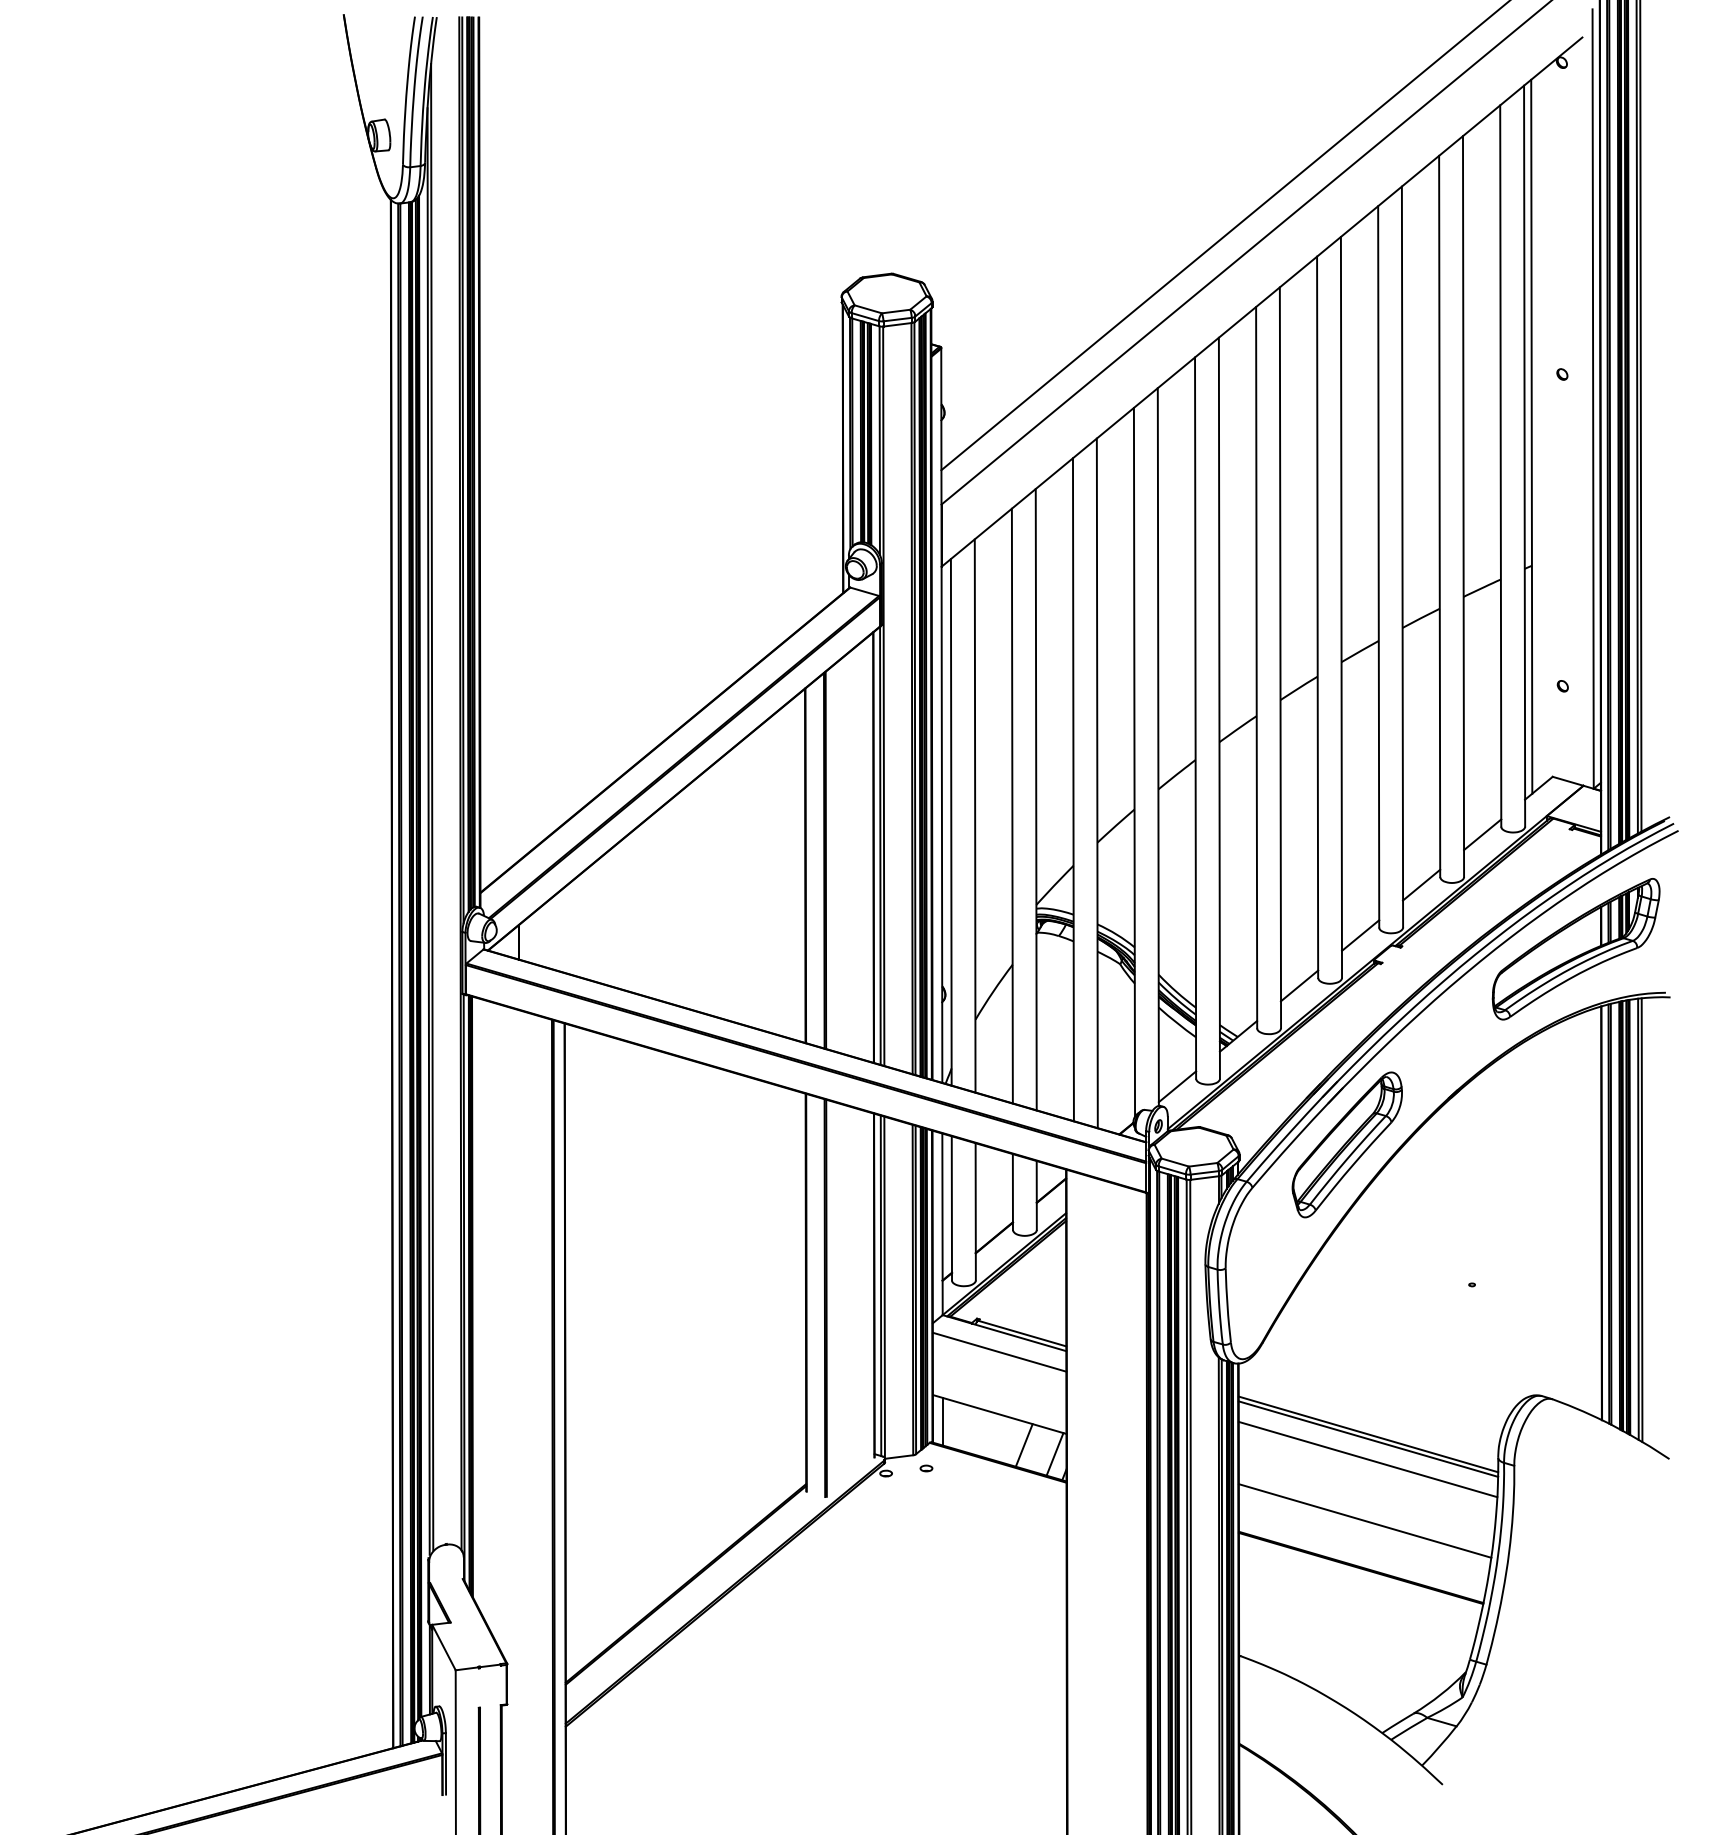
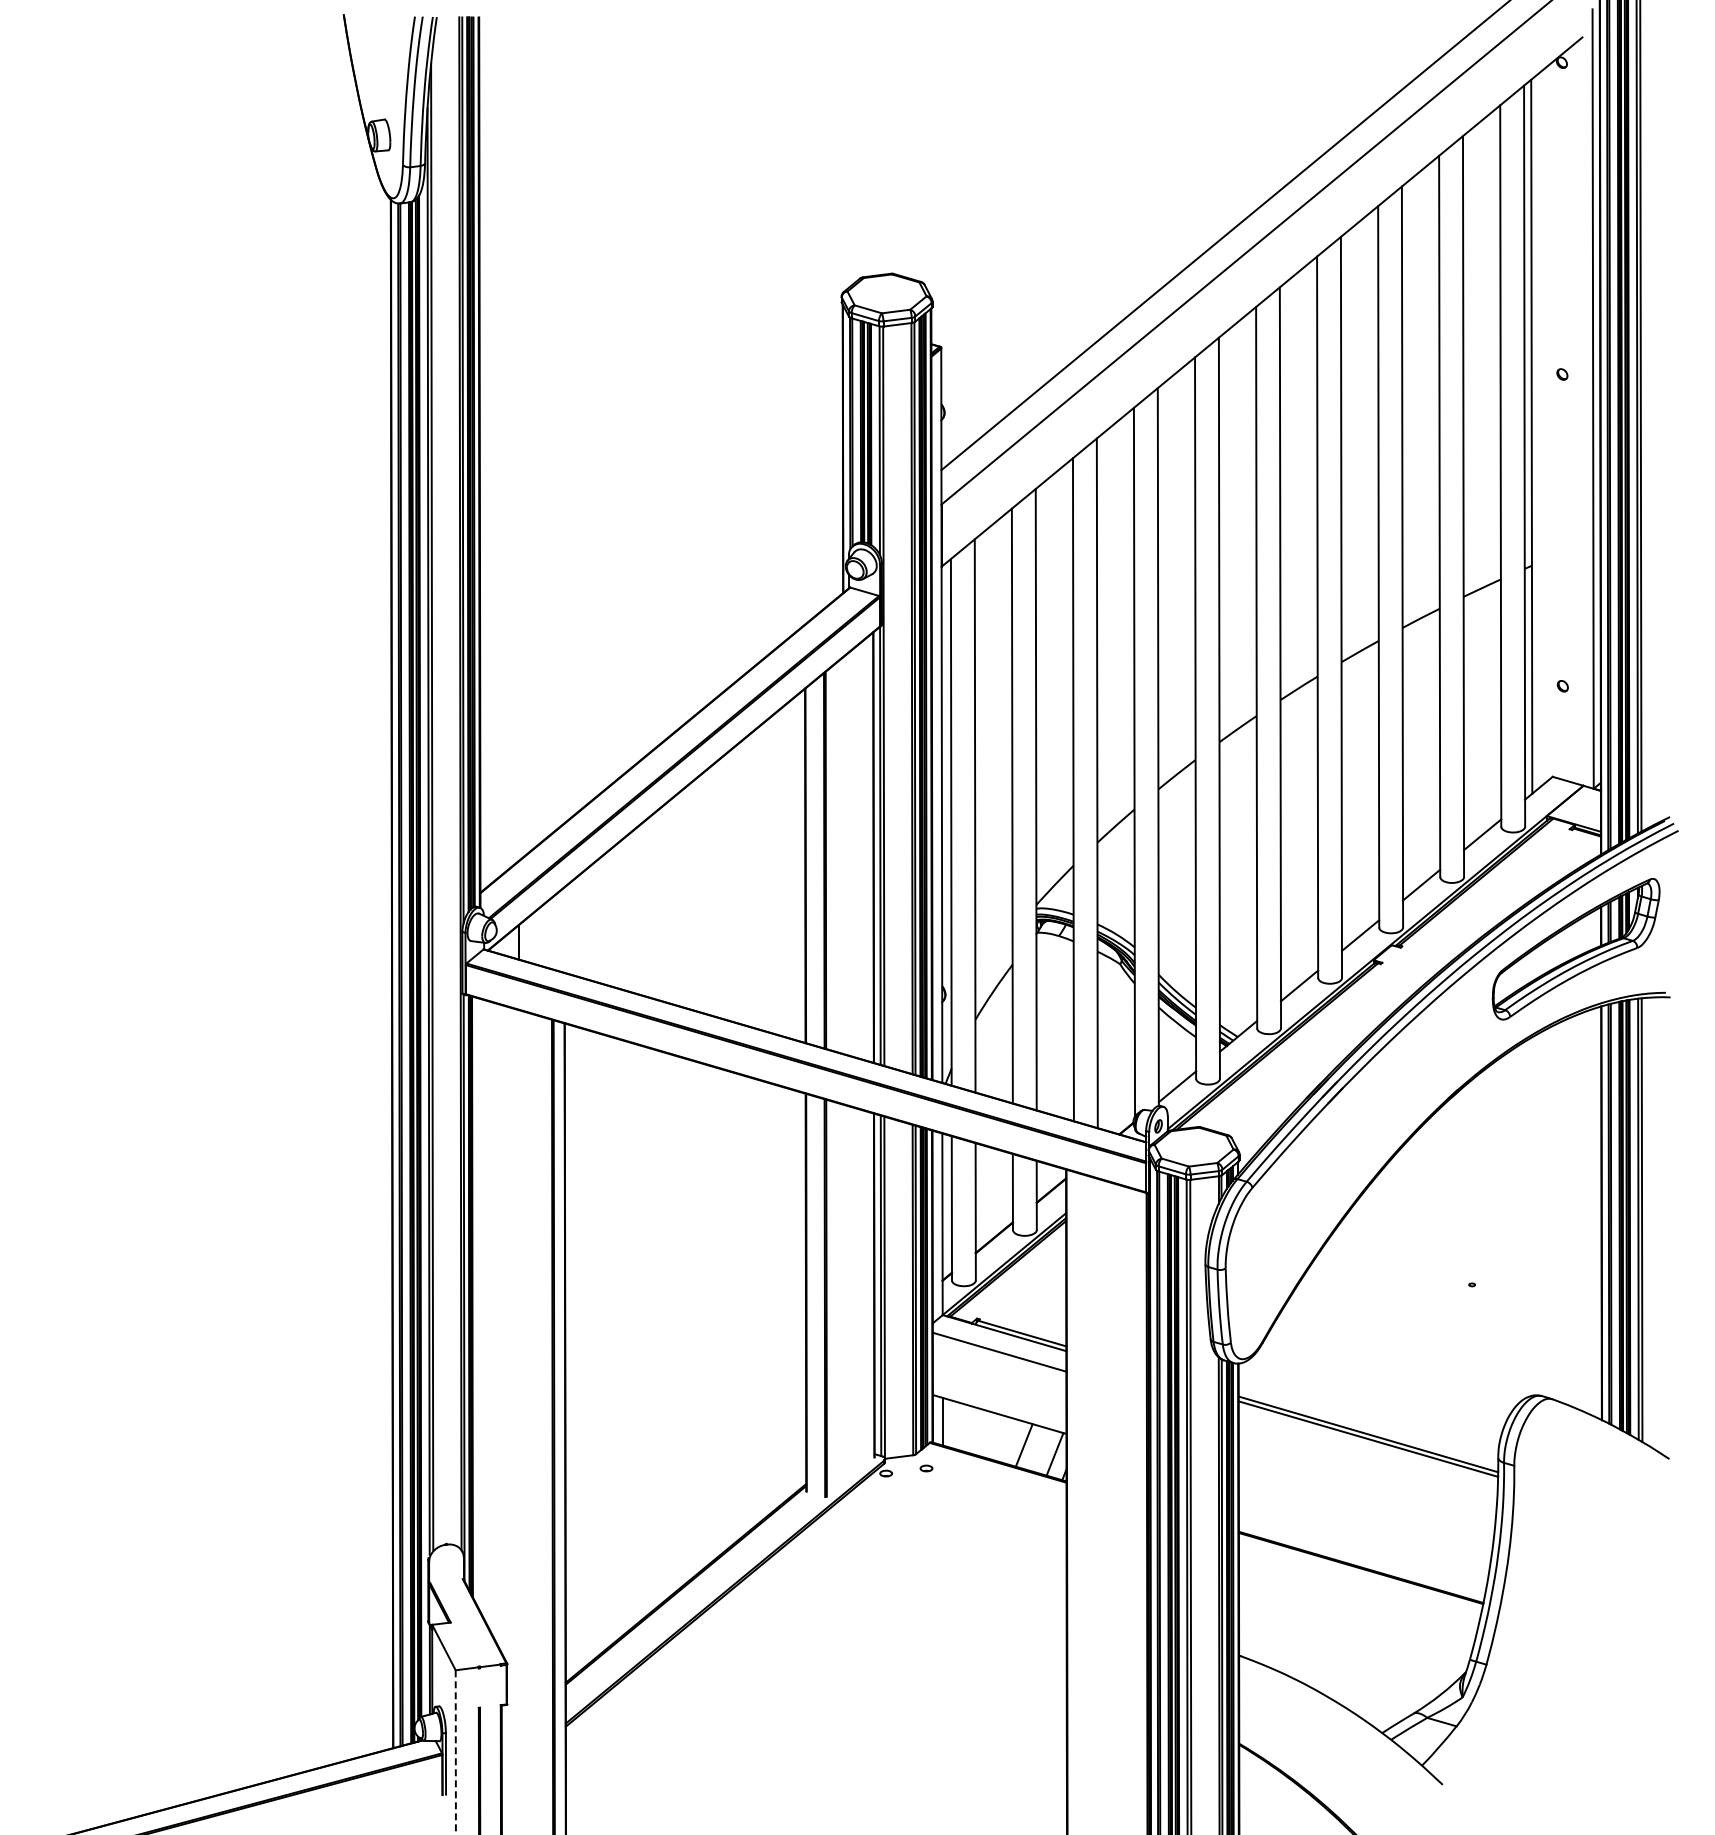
part at (1346, 1144): present -> none
line at (1367, 1459): present -> none
line at (1364, 1520): present -> none
line at (455, 1752): solid -> dashed
